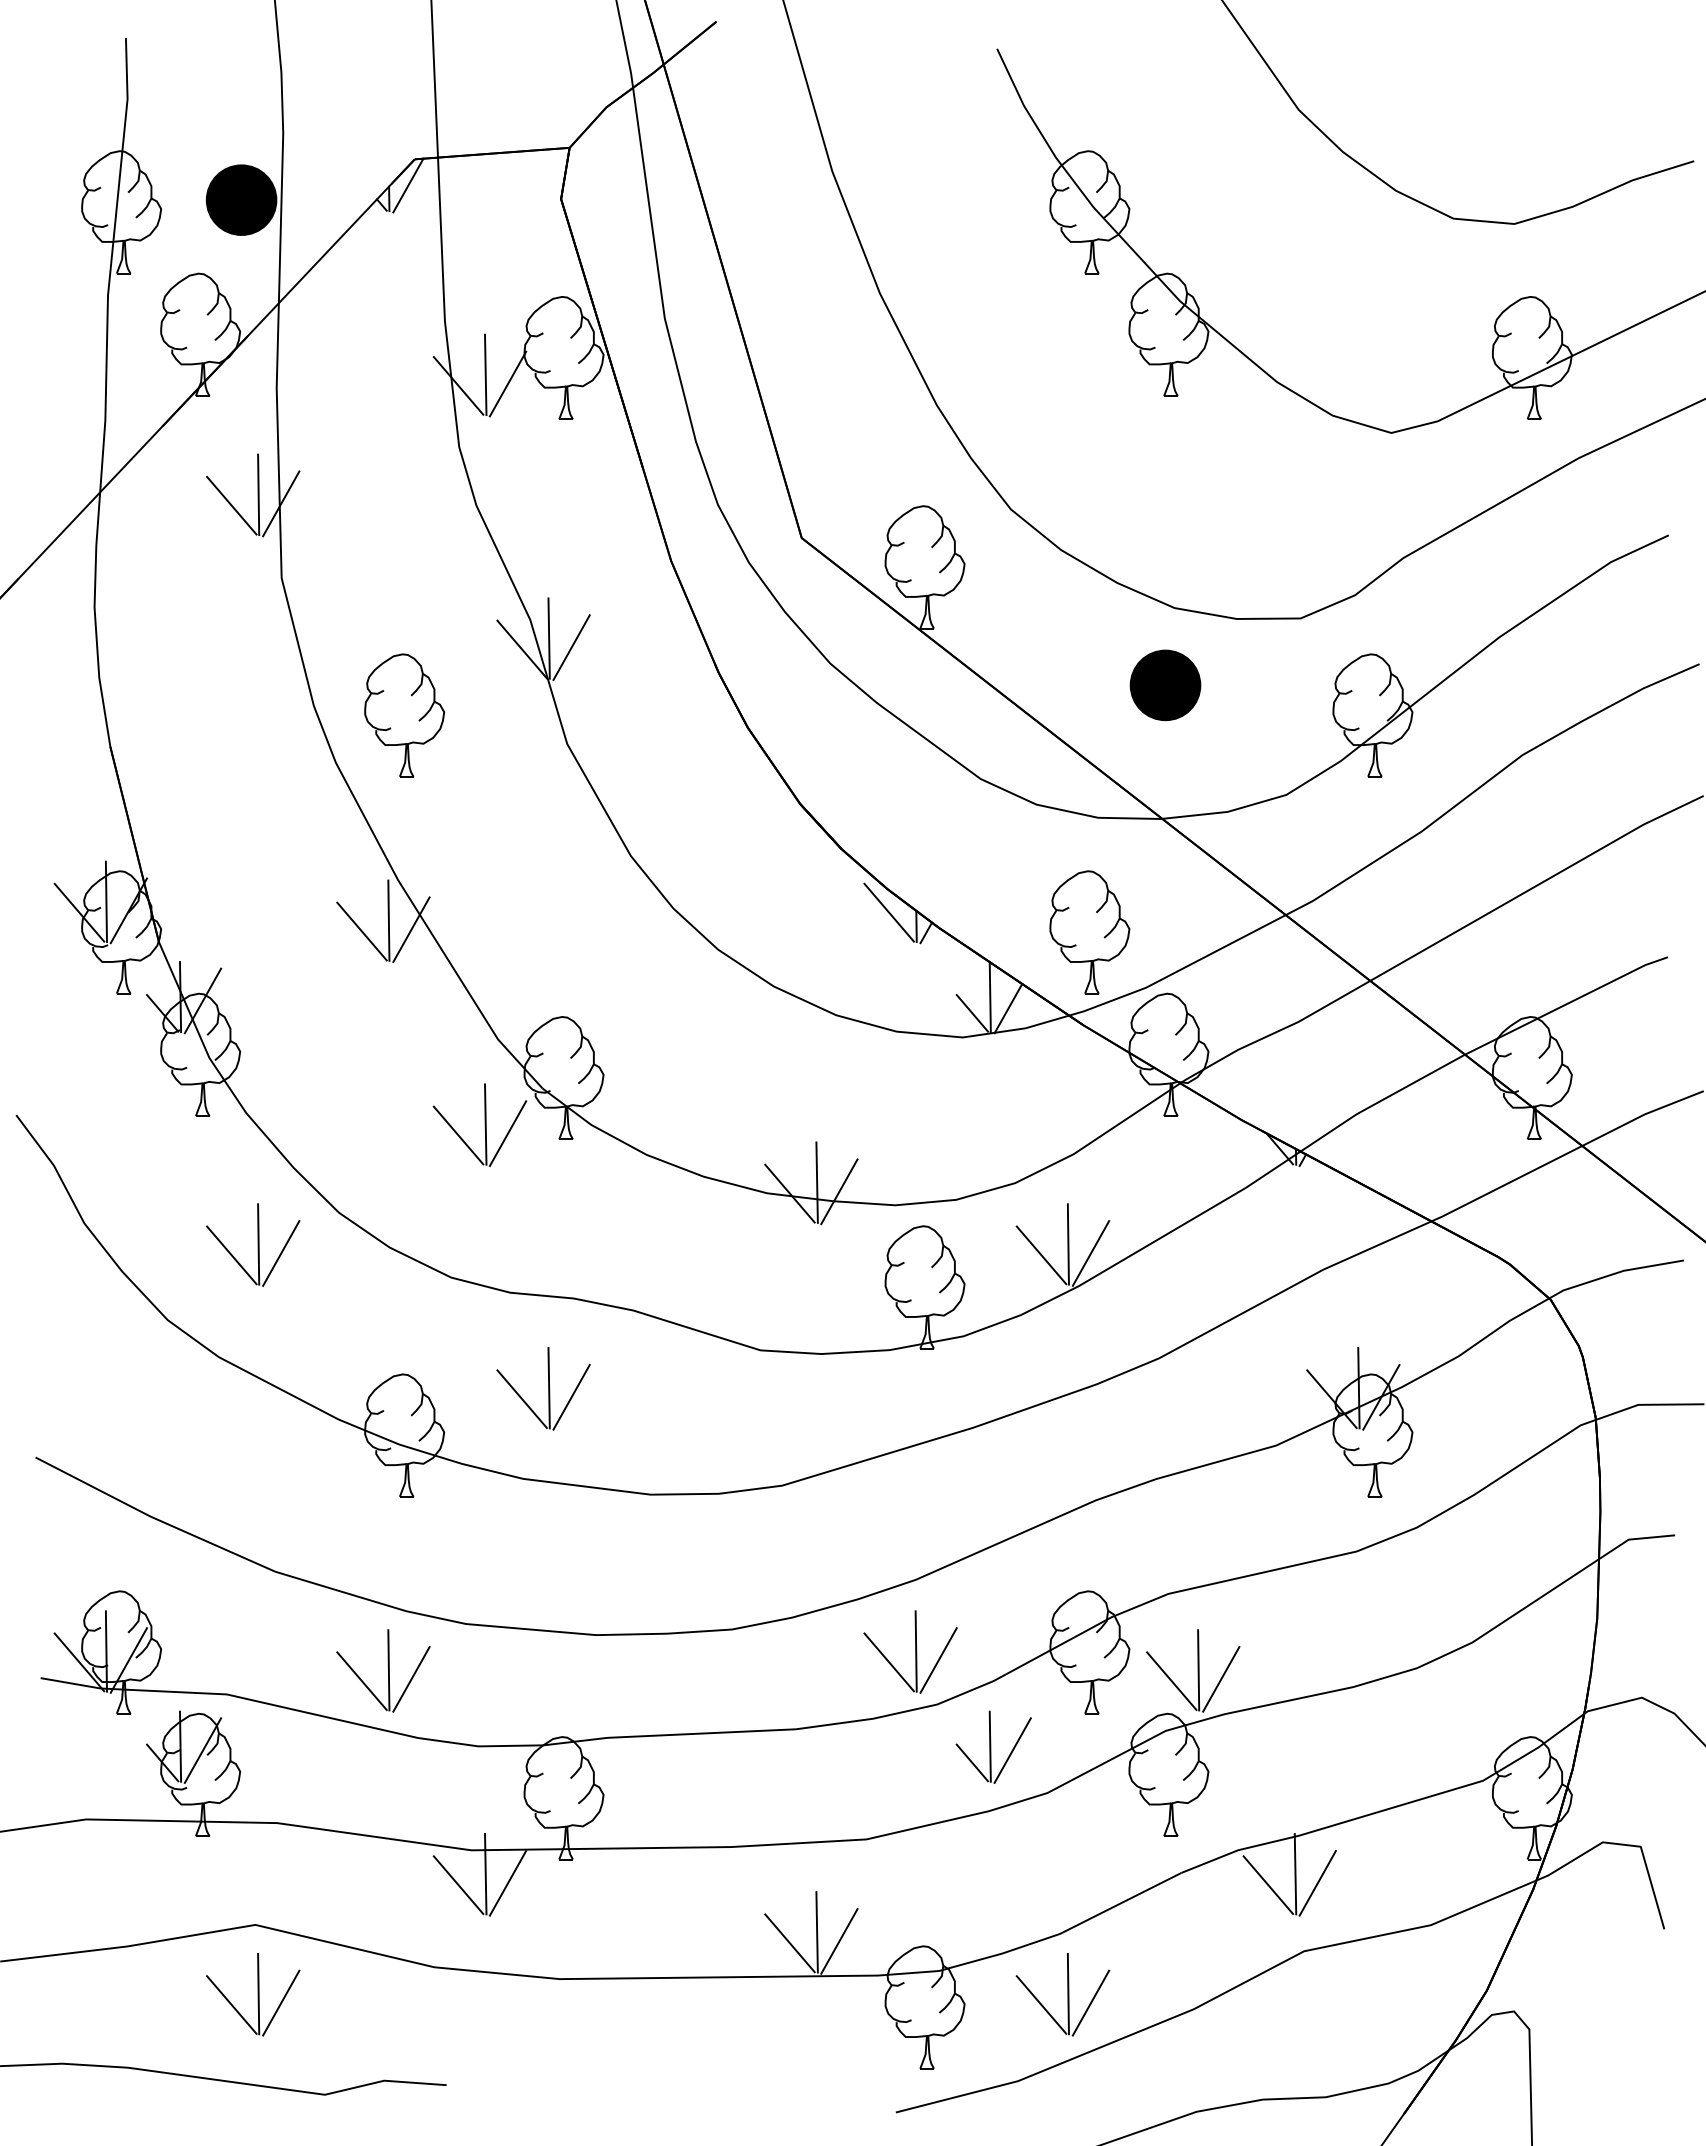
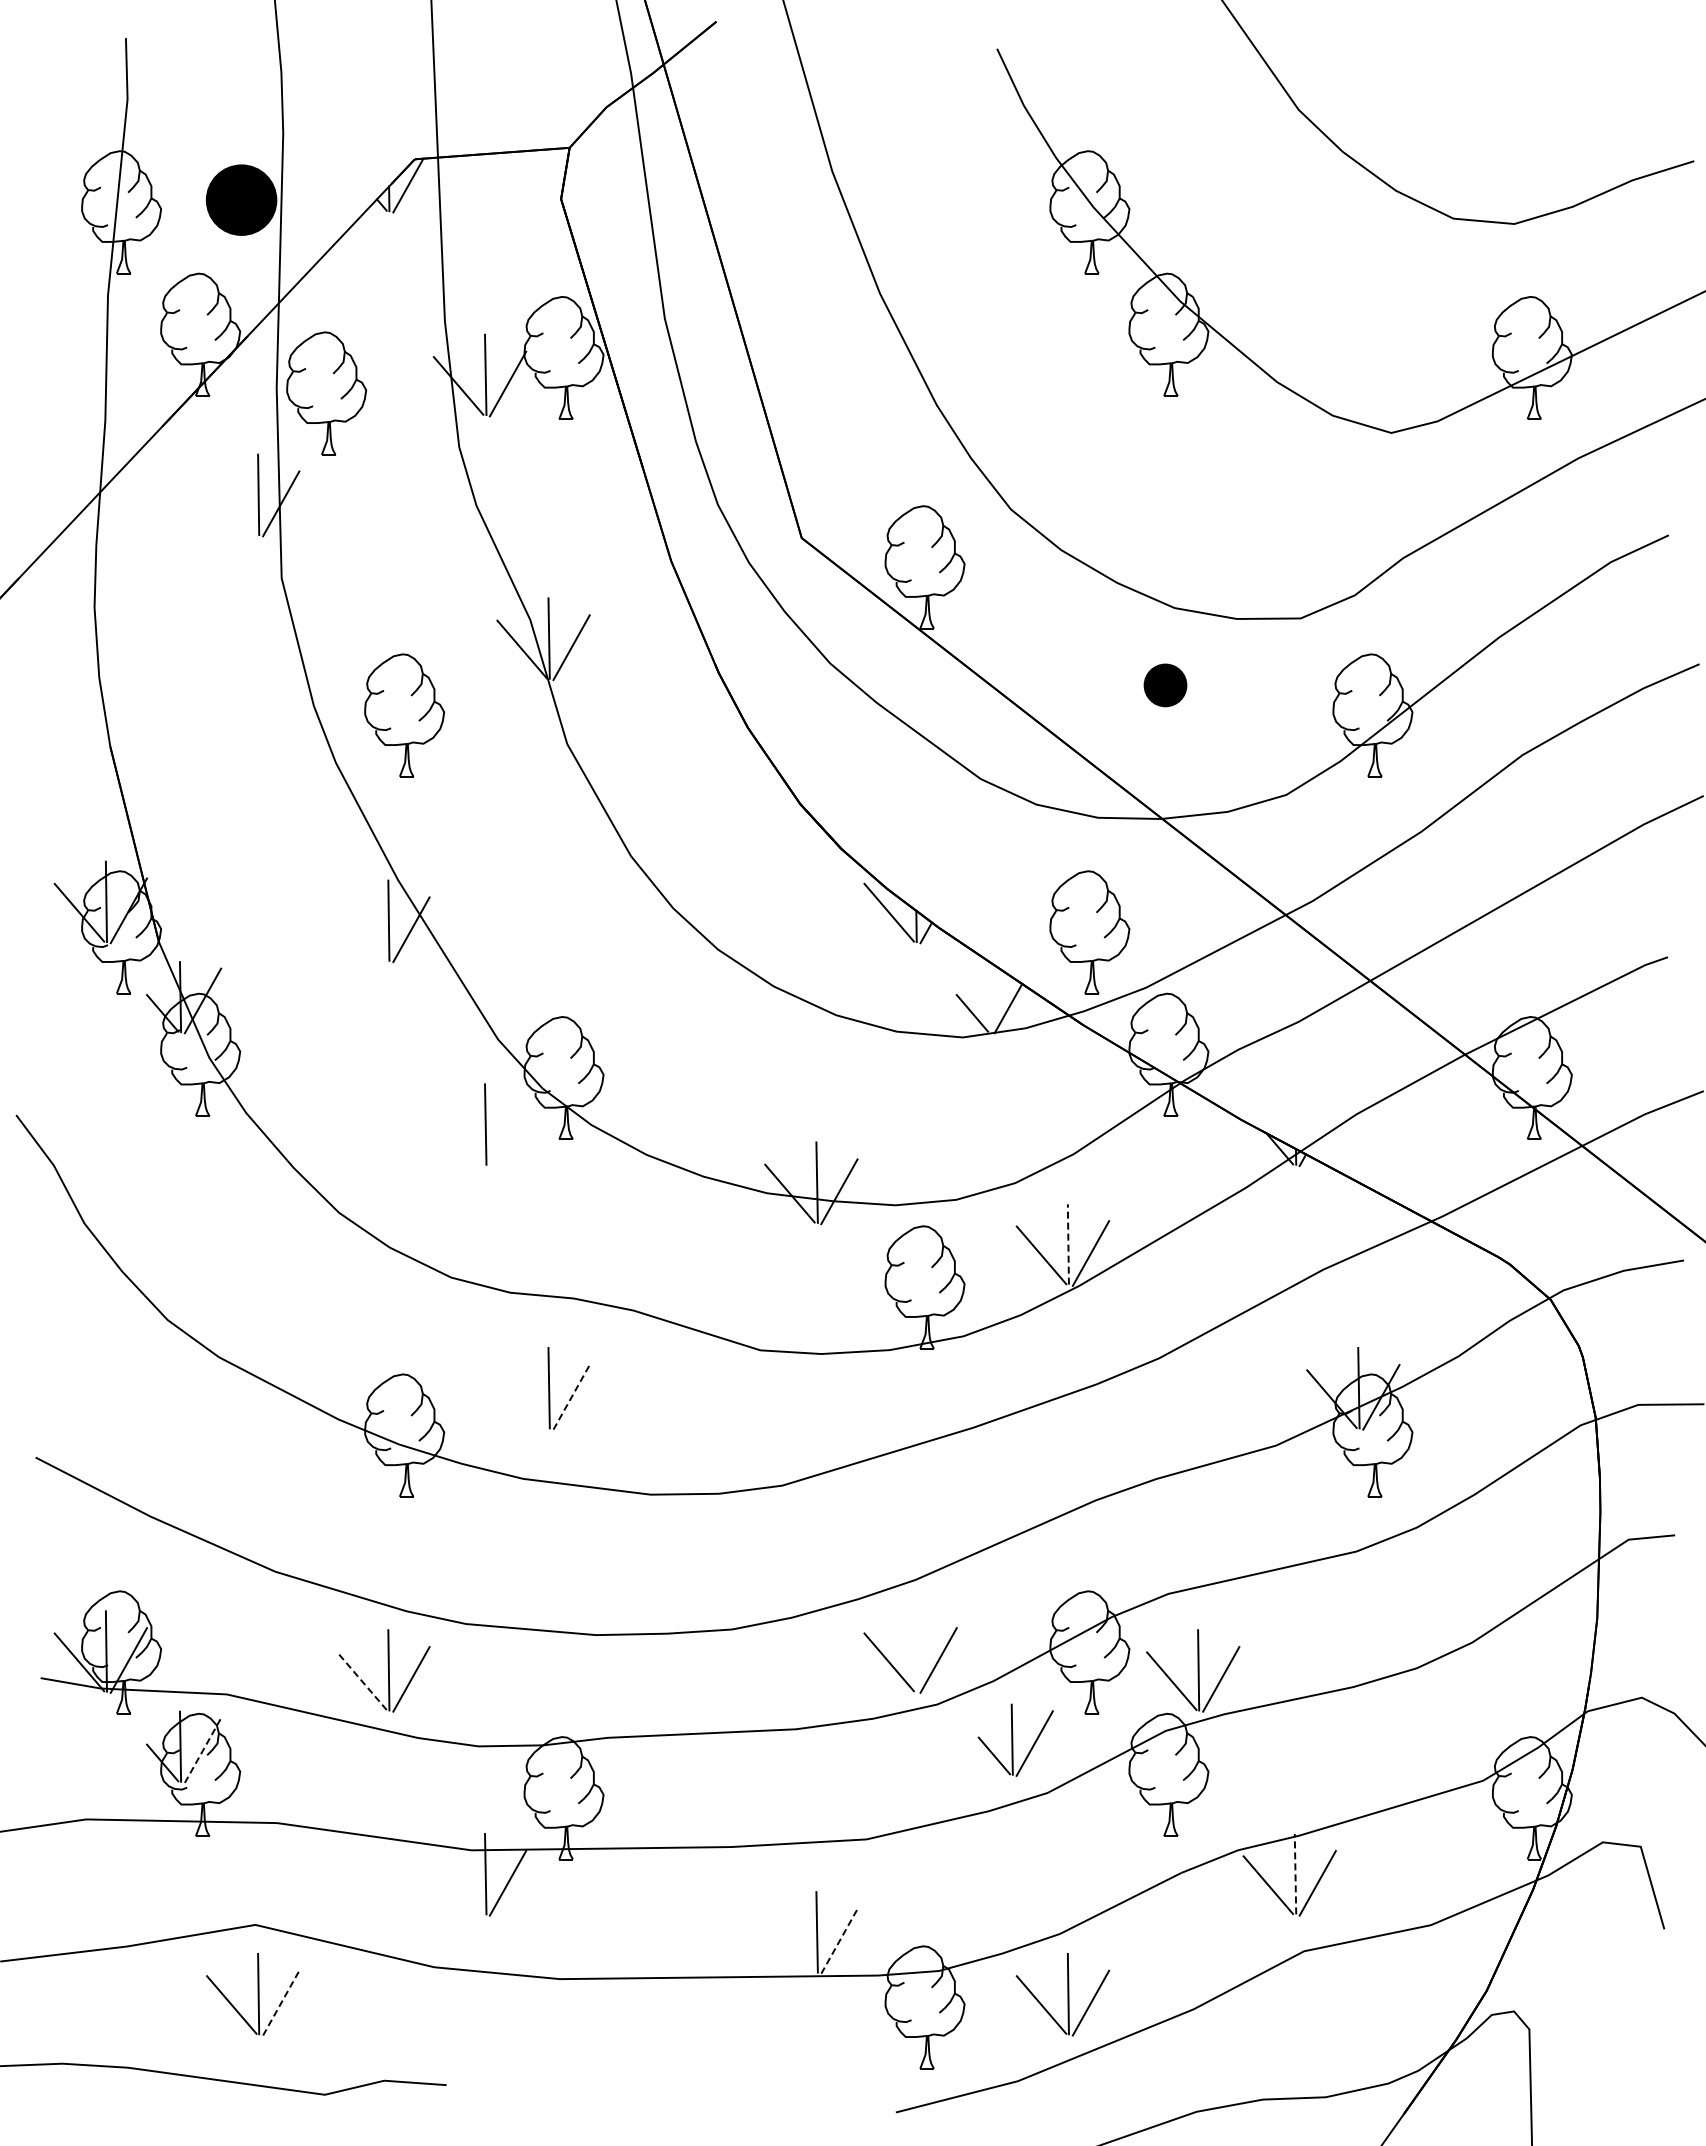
part at (326, 393): none -> present
line at (231, 505): present -> none
part at (1165, 685) size: 73x73 px -> 45x45 px
line at (361, 931): present -> none
line at (989, 997): present -> none
line at (507, 1133): present -> none
line at (458, 1135): present -> none
line at (1068, 1243): solid -> dashed
part at (253, 1244): present -> none
line at (571, 1396): solid -> dashed
line at (521, 1399): present -> none
line at (915, 1651): present -> none
line at (362, 1681): solid -> dashed
part at (993, 1746) position: (993, 1746) -> (1015, 1739)
line at (203, 1750): solid -> dashed
line at (1295, 1873): solid -> dashed
line at (458, 1885): present -> none
line at (839, 1940): solid -> dashed
line at (789, 1943): present -> none
line at (281, 2002): solid -> dashed
